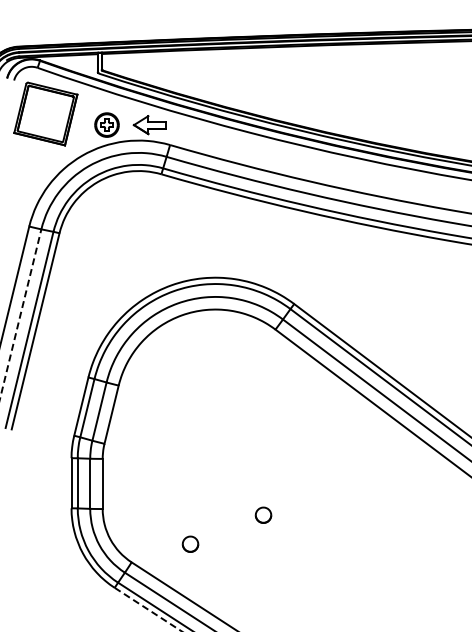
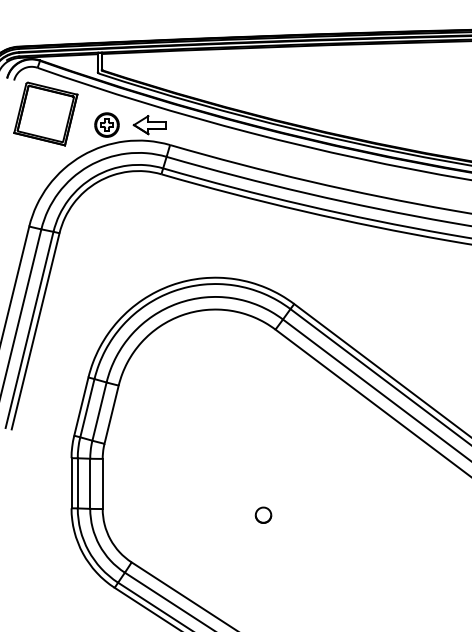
line at (20, 313): dashed -> solid
part at (190, 543): present -> none
line at (149, 610): dashed -> solid
